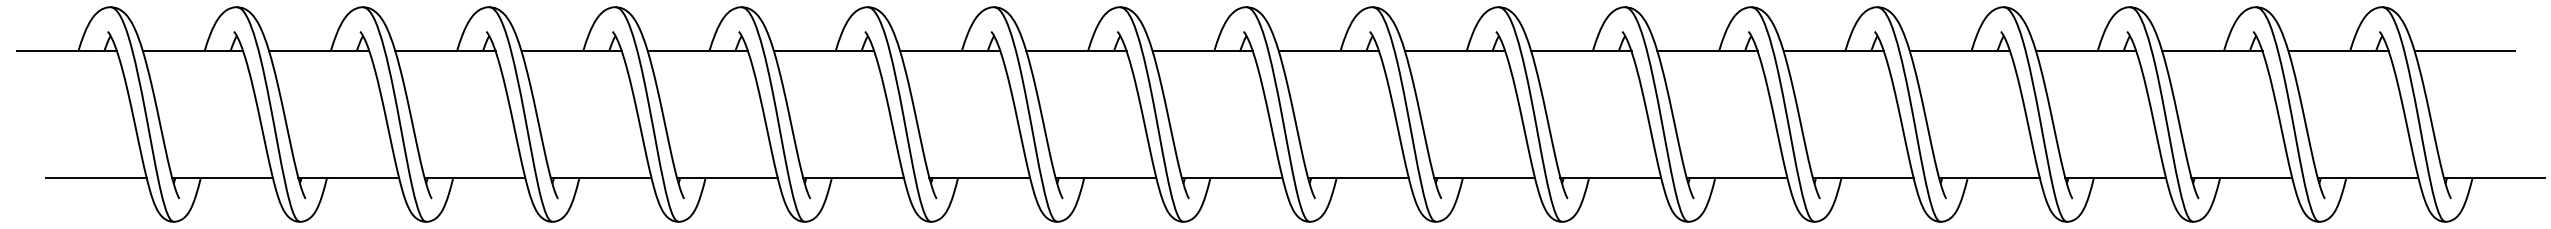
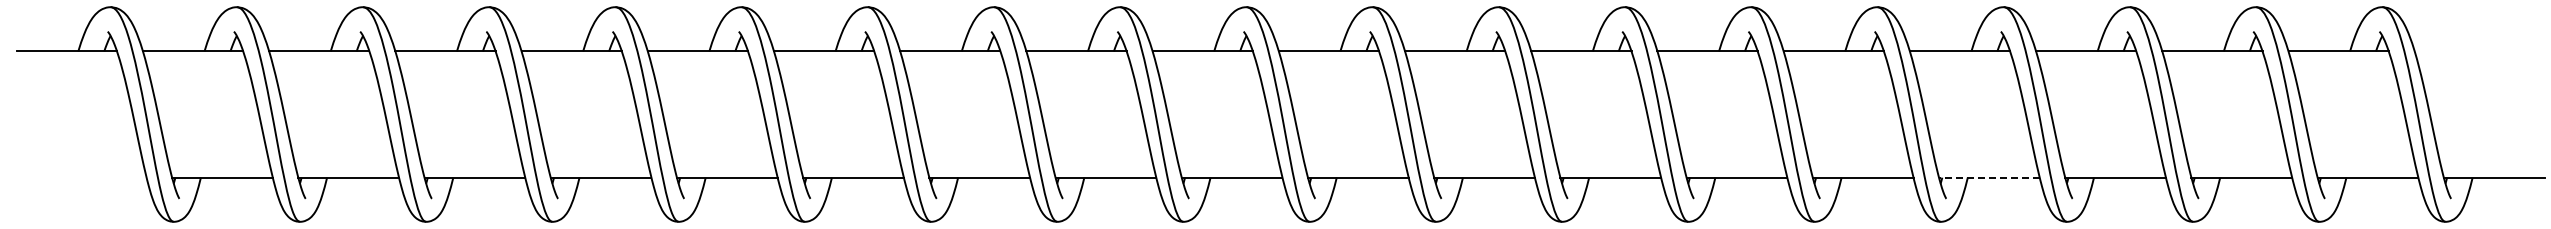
line at (2464, 51): present -> none
line at (95, 177): present -> none
line at (1988, 177): solid -> dashed
